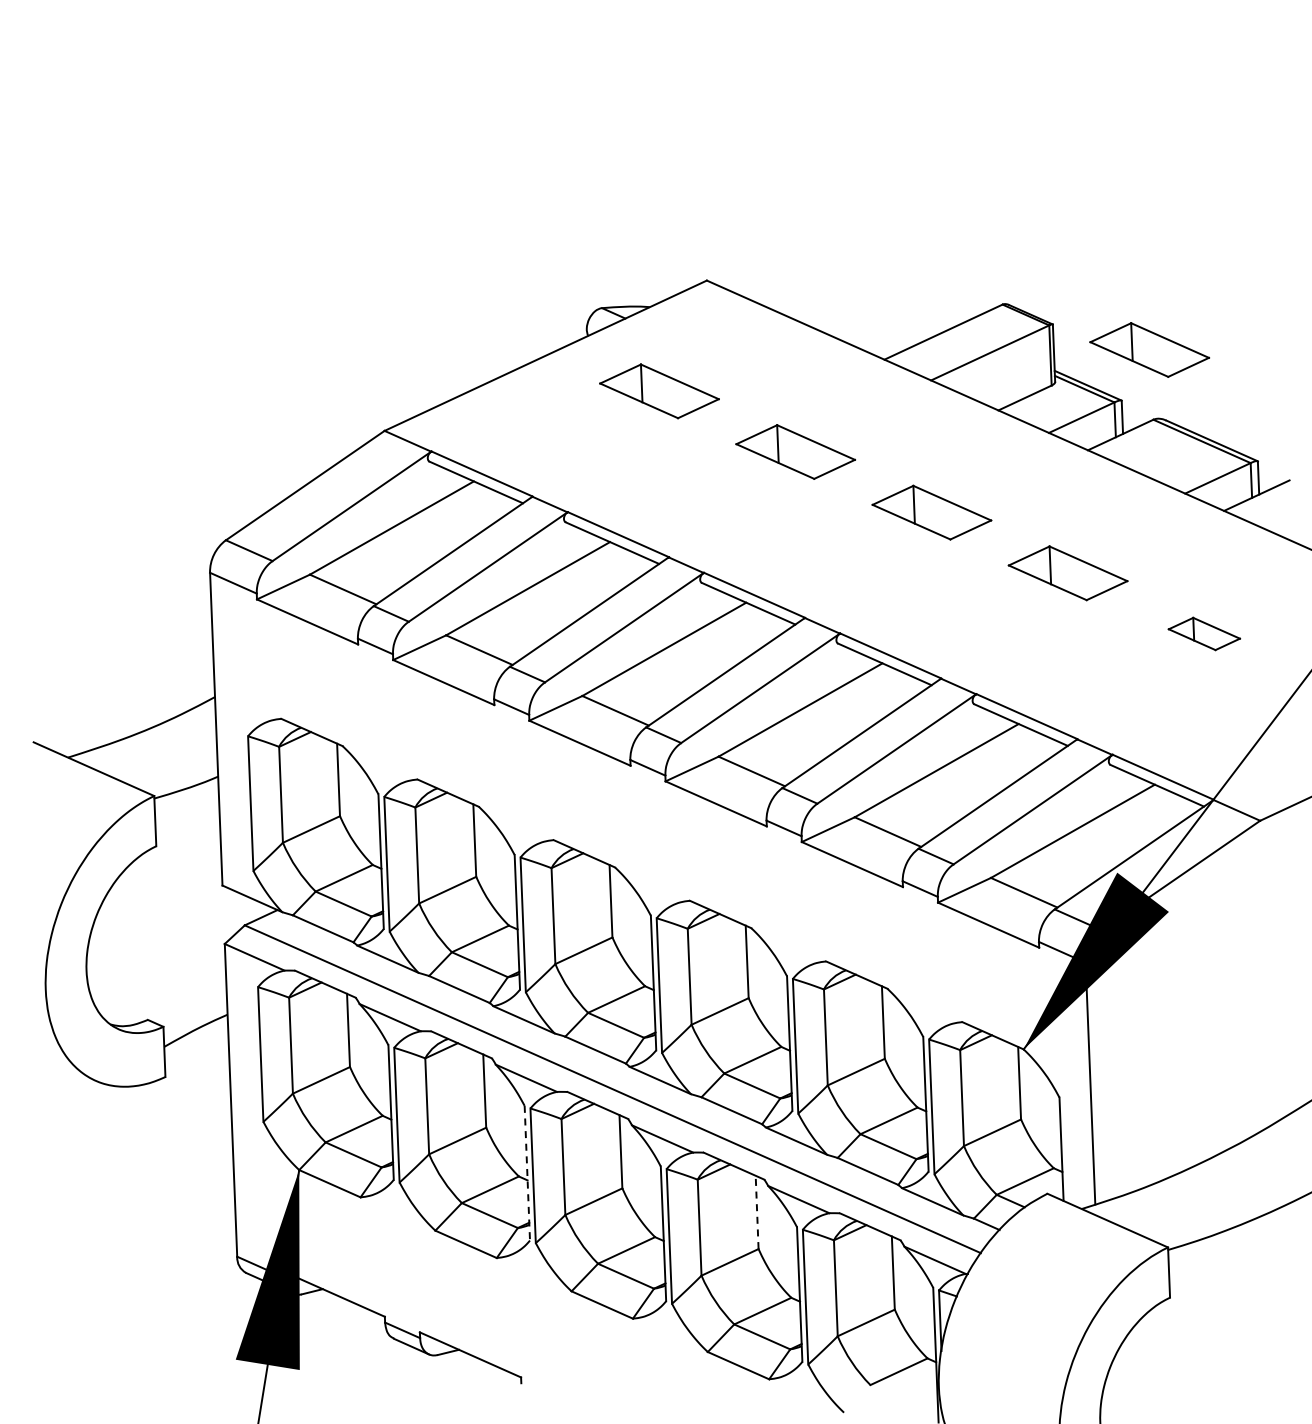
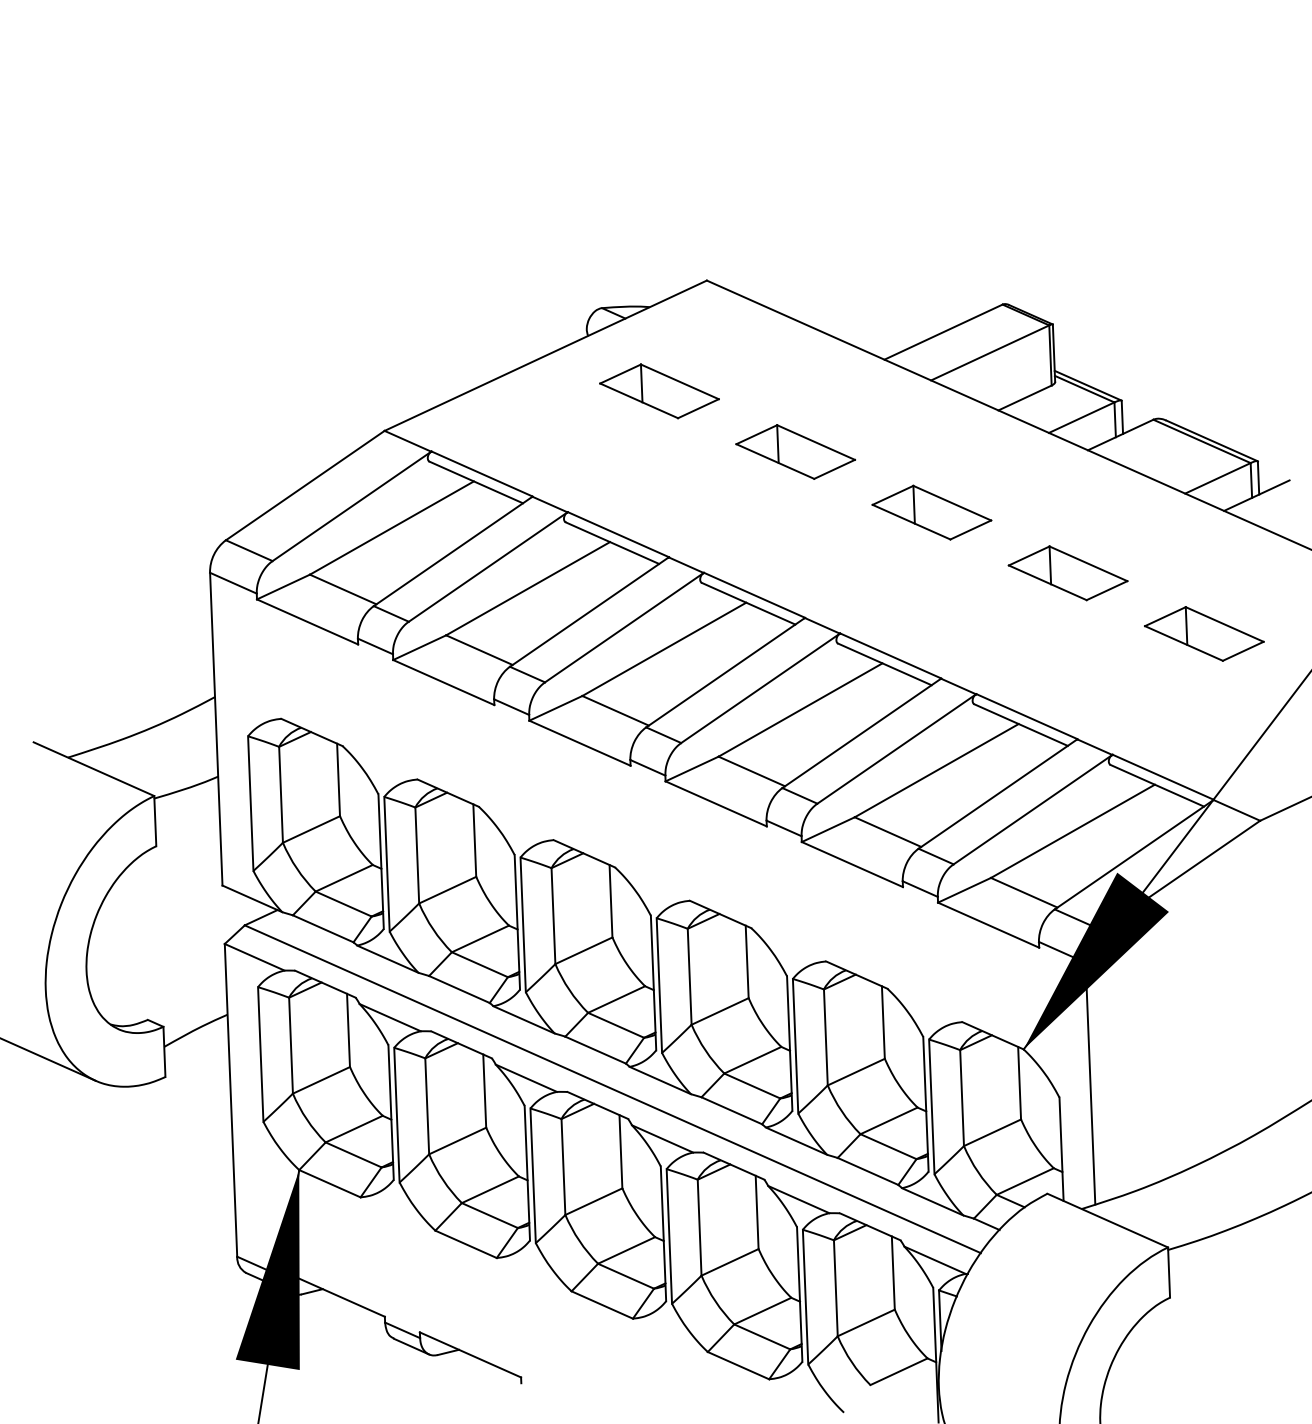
part at (1149, 349): present -> none
part at (1204, 633) size: 75x36 px -> 121x56 px
line at (48, 1059): none -> present
line at (527, 1173): dashed -> solid
line at (757, 1212): dashed -> solid
